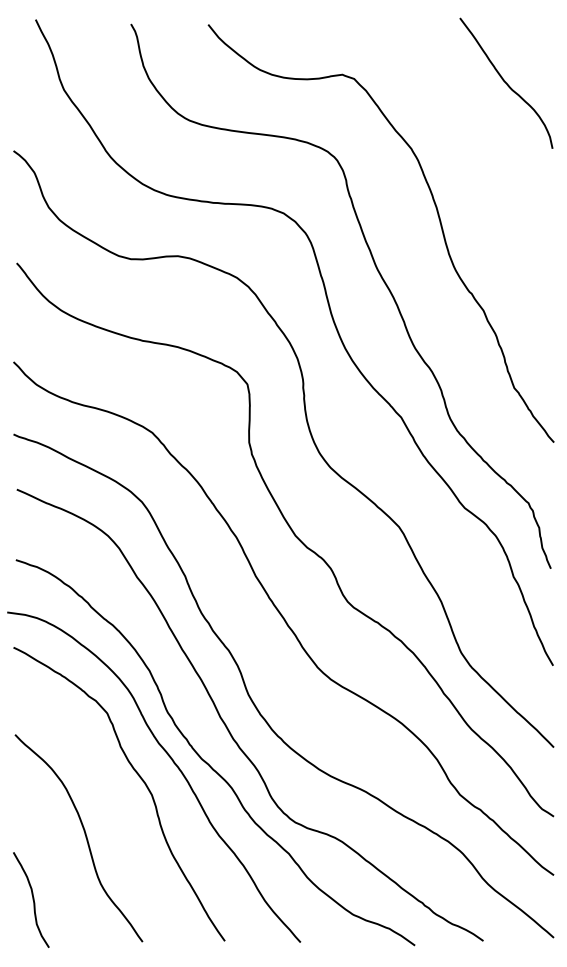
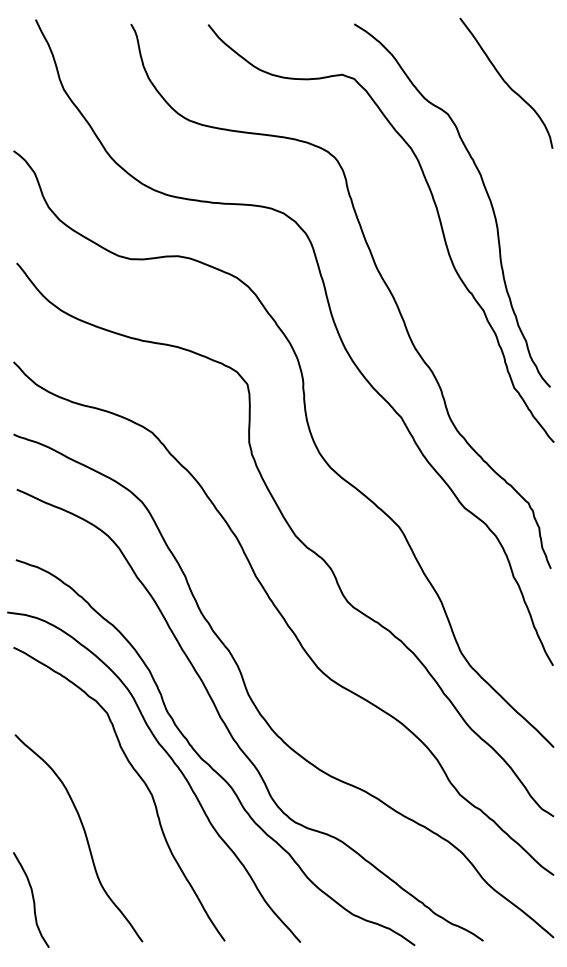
curve at (486, 194): none -> present
